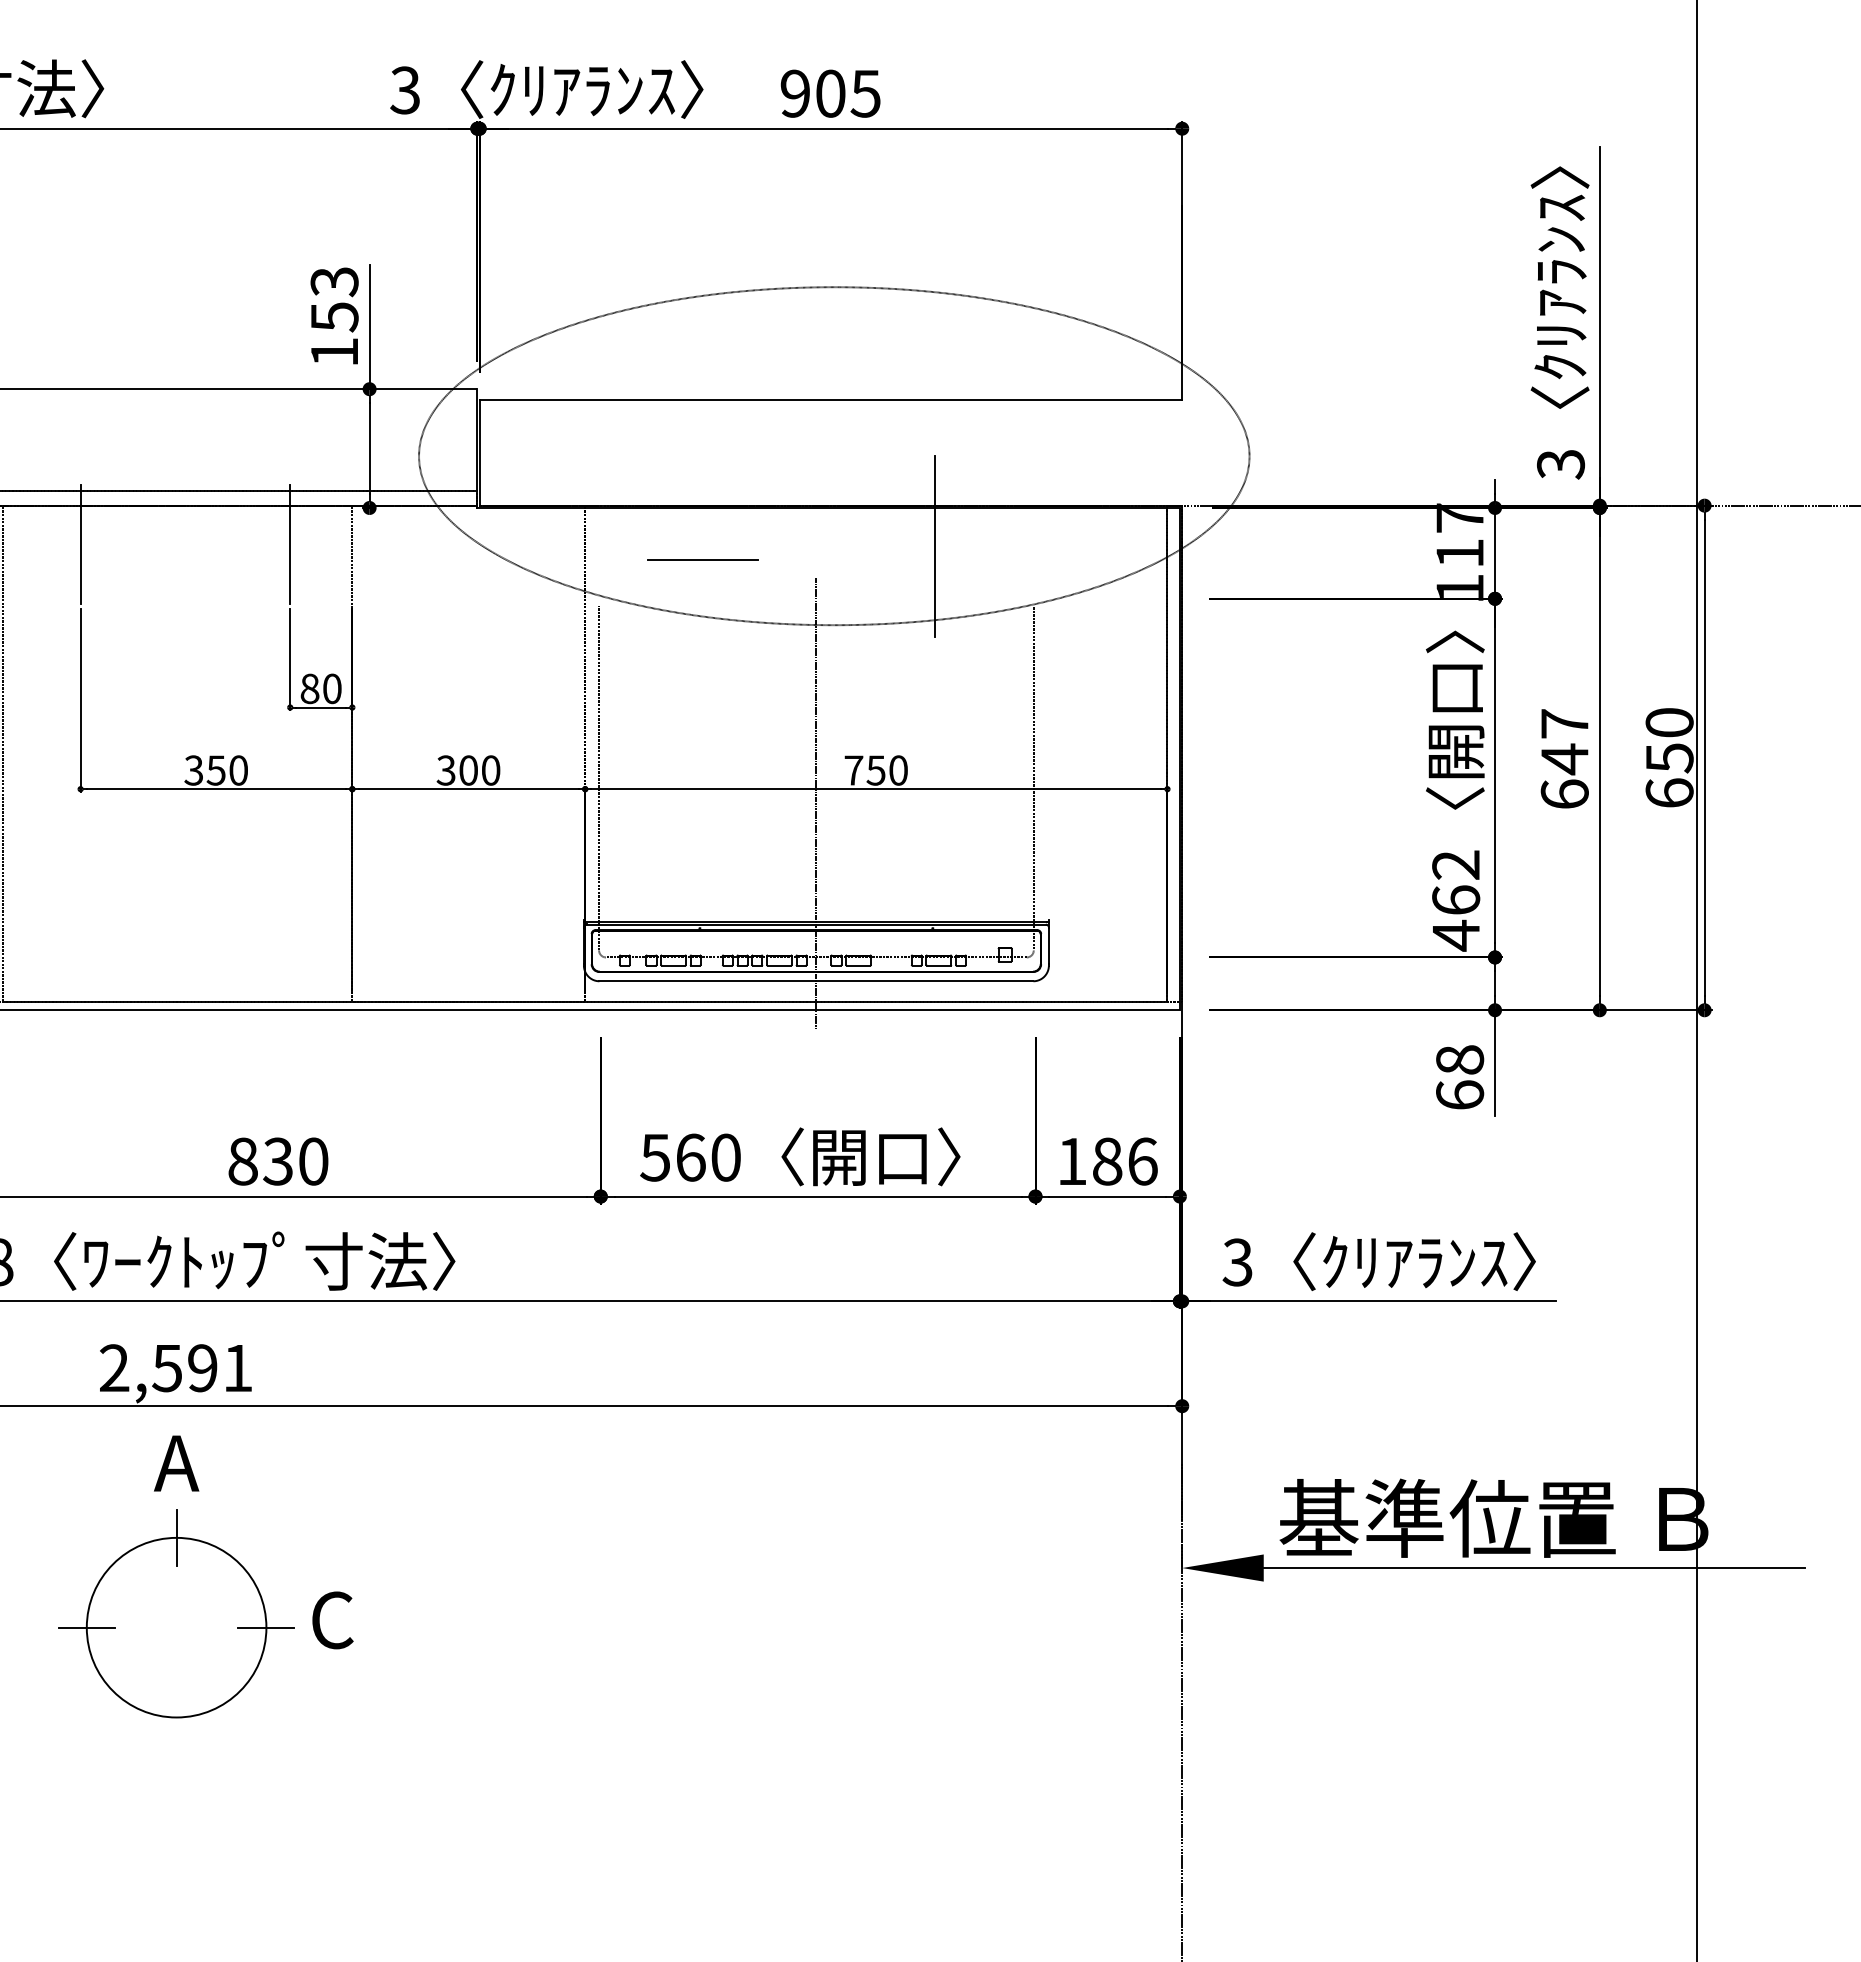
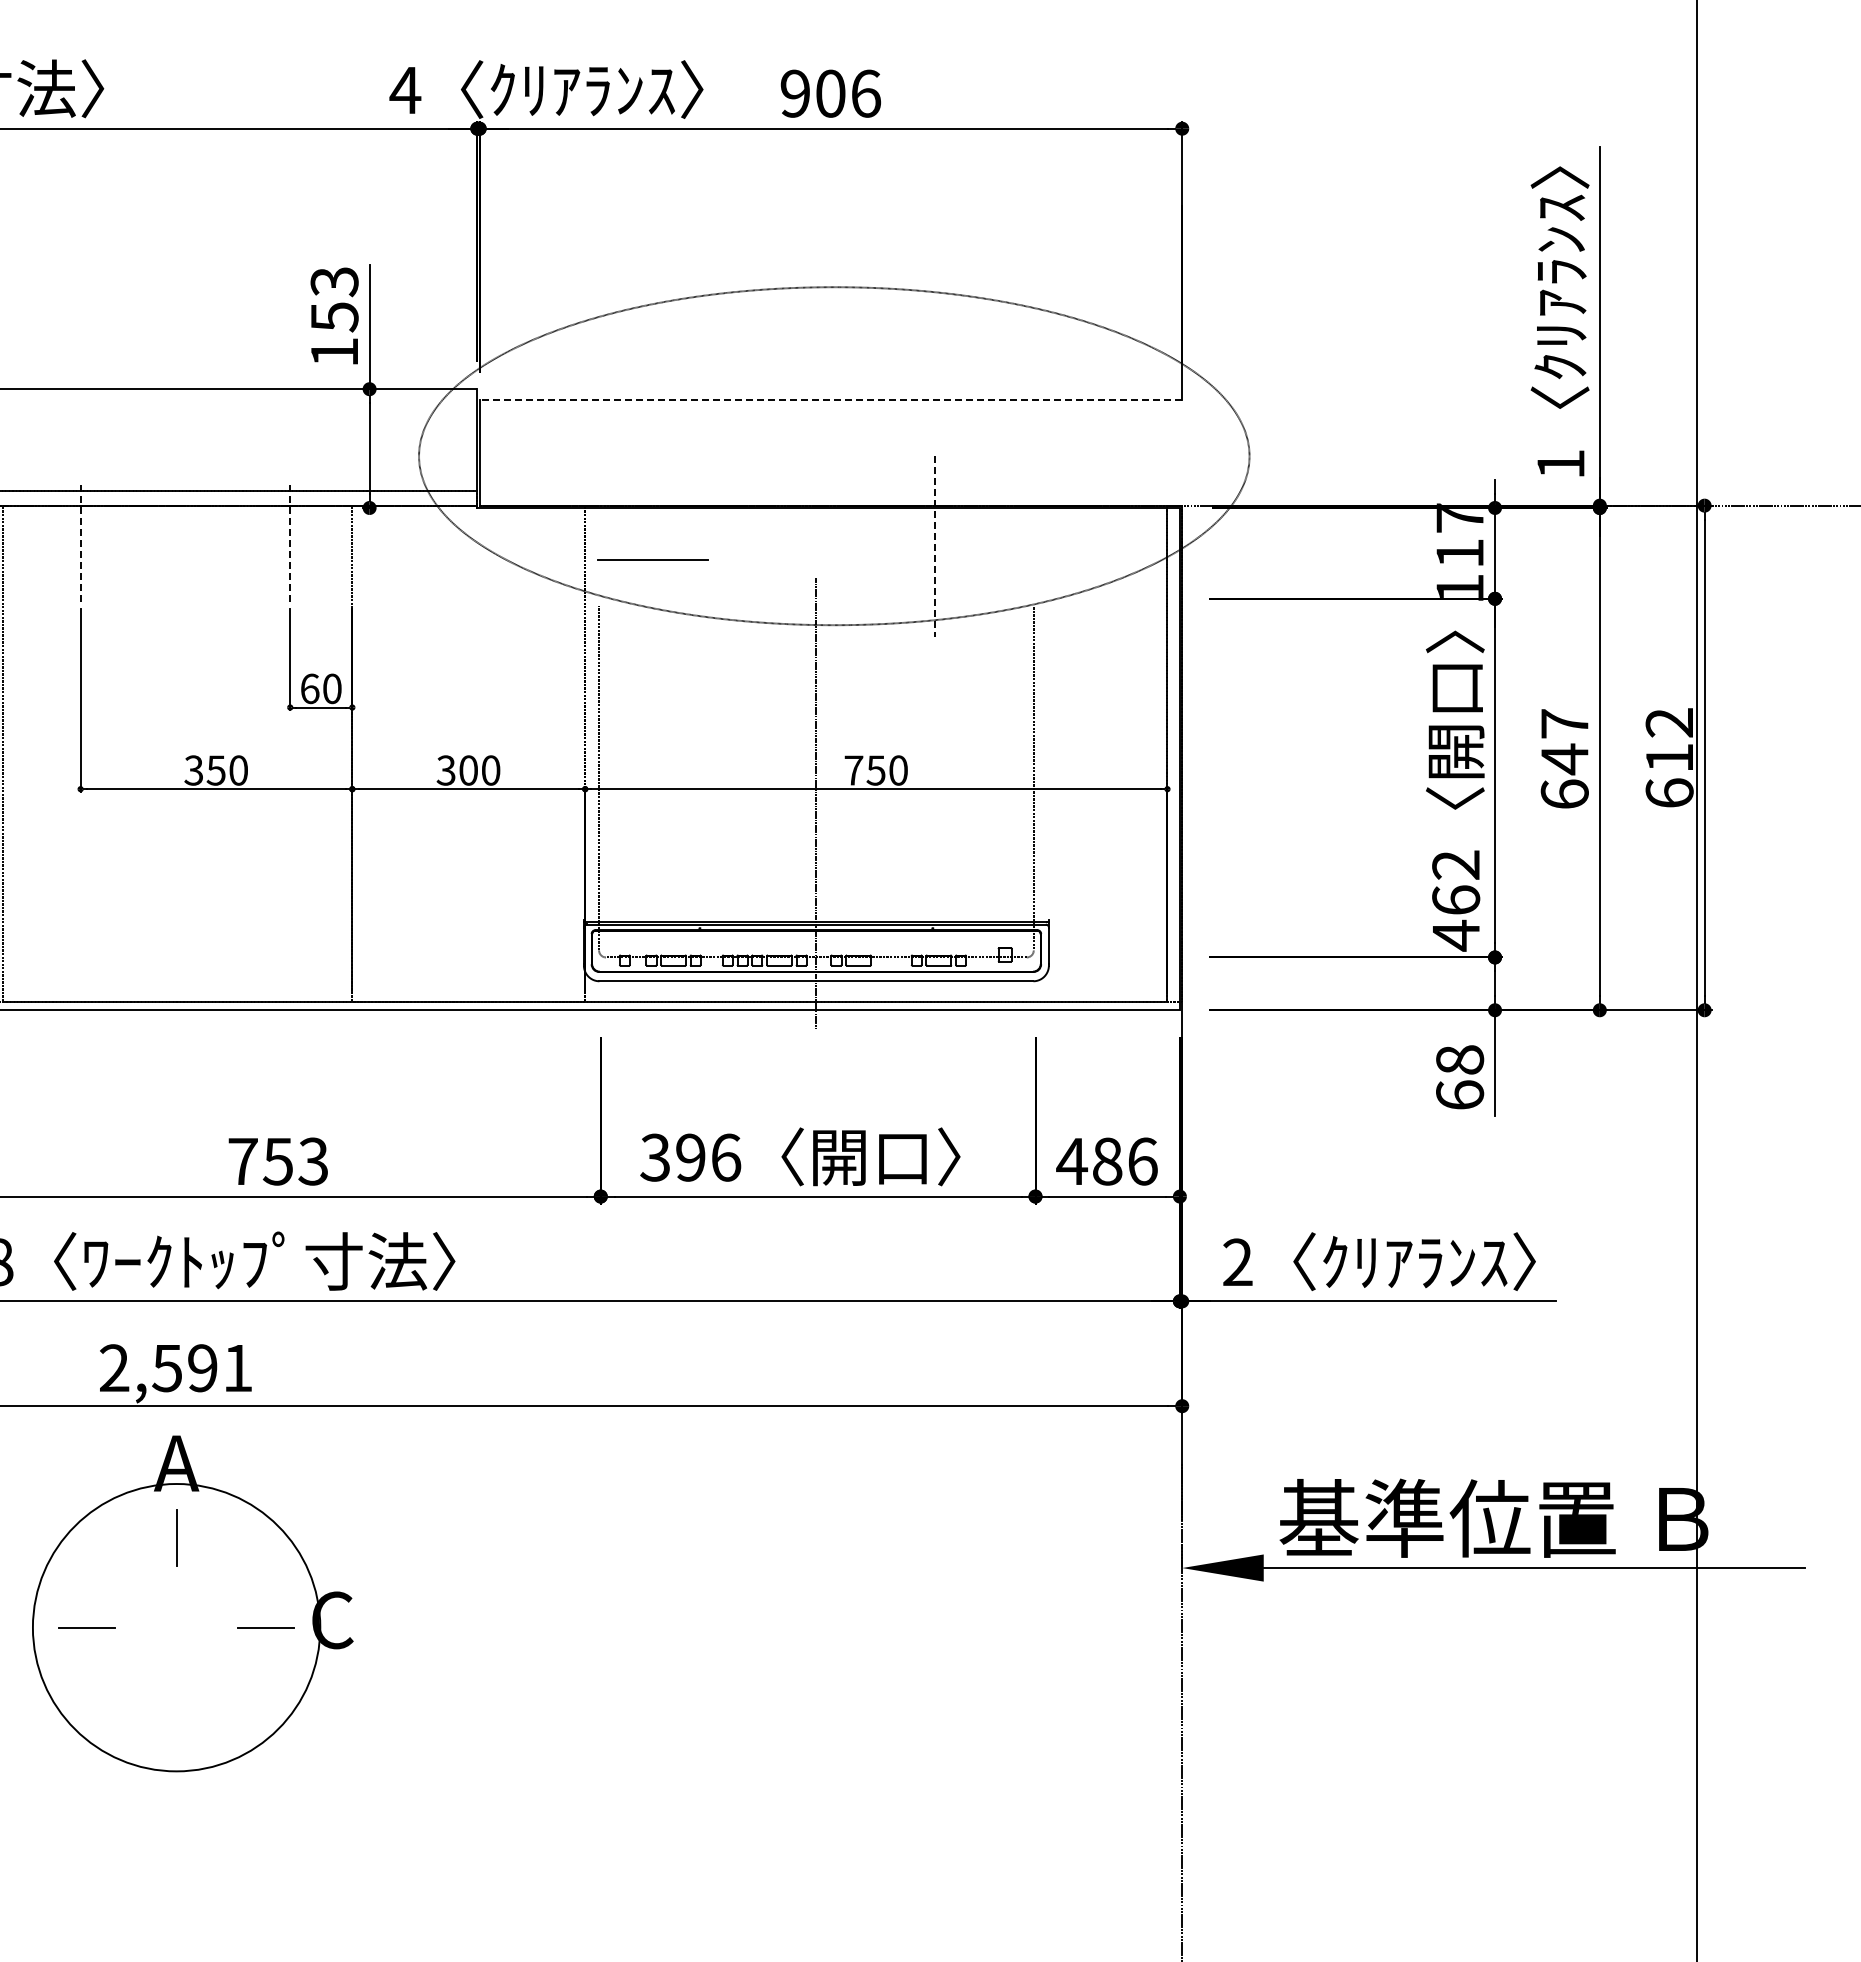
text at (405, 90): 3 -> 4
text at (865, 93): 905 -> 906
line at (830, 400): solid -> dashed
text at (1561, 464): 3 -> 1
line at (80, 544): solid -> dashed
line at (290, 544): solid -> dashed
line at (934, 547): solid -> dashed
line at (702, 559) position: (702, 559) -> (652, 559)
text at (309, 688): 80 -> 60
text at (1669, 740): 650 -> 612
text at (690, 1157): 560 -> 396
text at (278, 1161): 830 -> 753
text at (1072, 1161): 186 -> 486
text at (1237, 1262): 3 -> 2
circle at (176, 1627) diameter: 180 px -> 287 px
